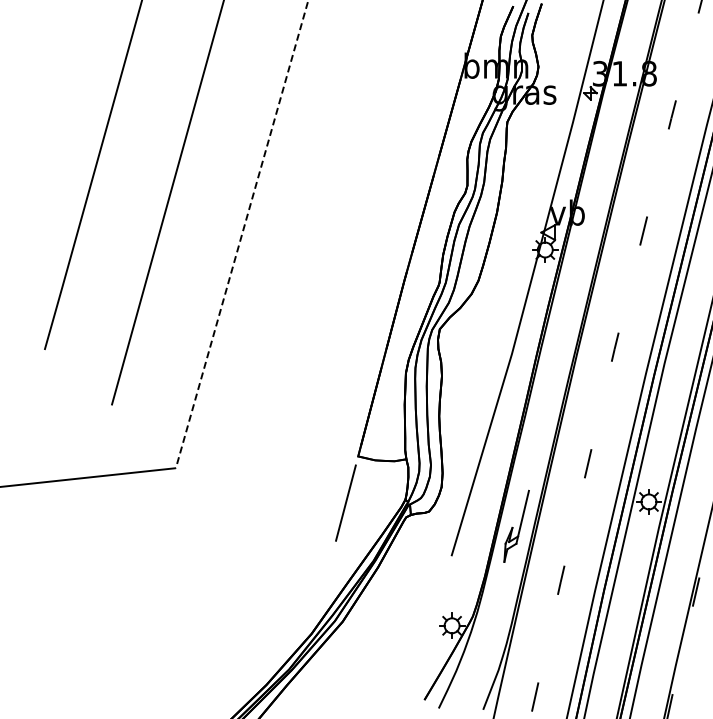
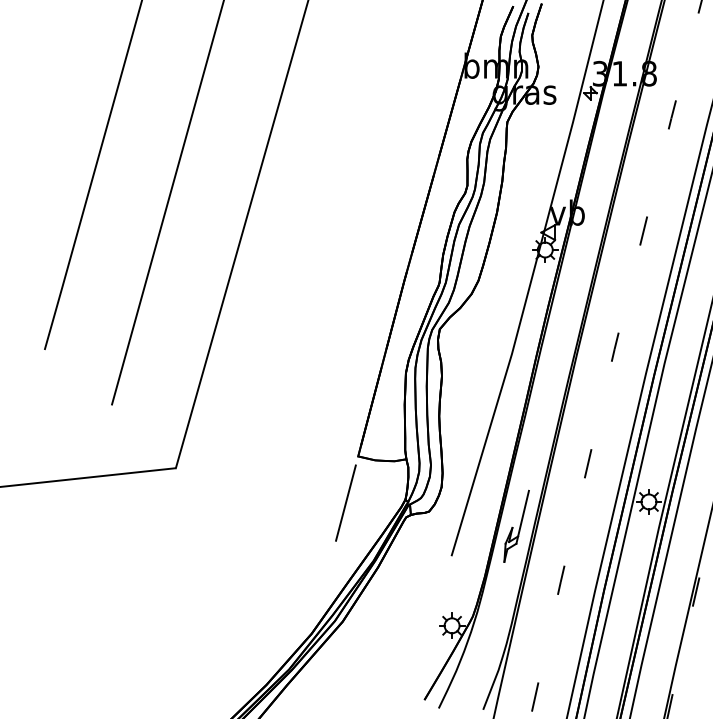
line at (242, 234): dashed -> solid
